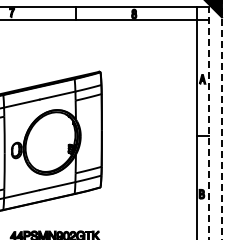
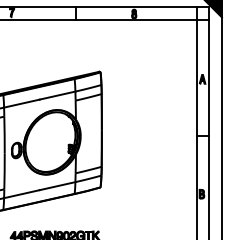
line at (221, 119): dashed -> solid
line at (209, 123): dashed -> solid
